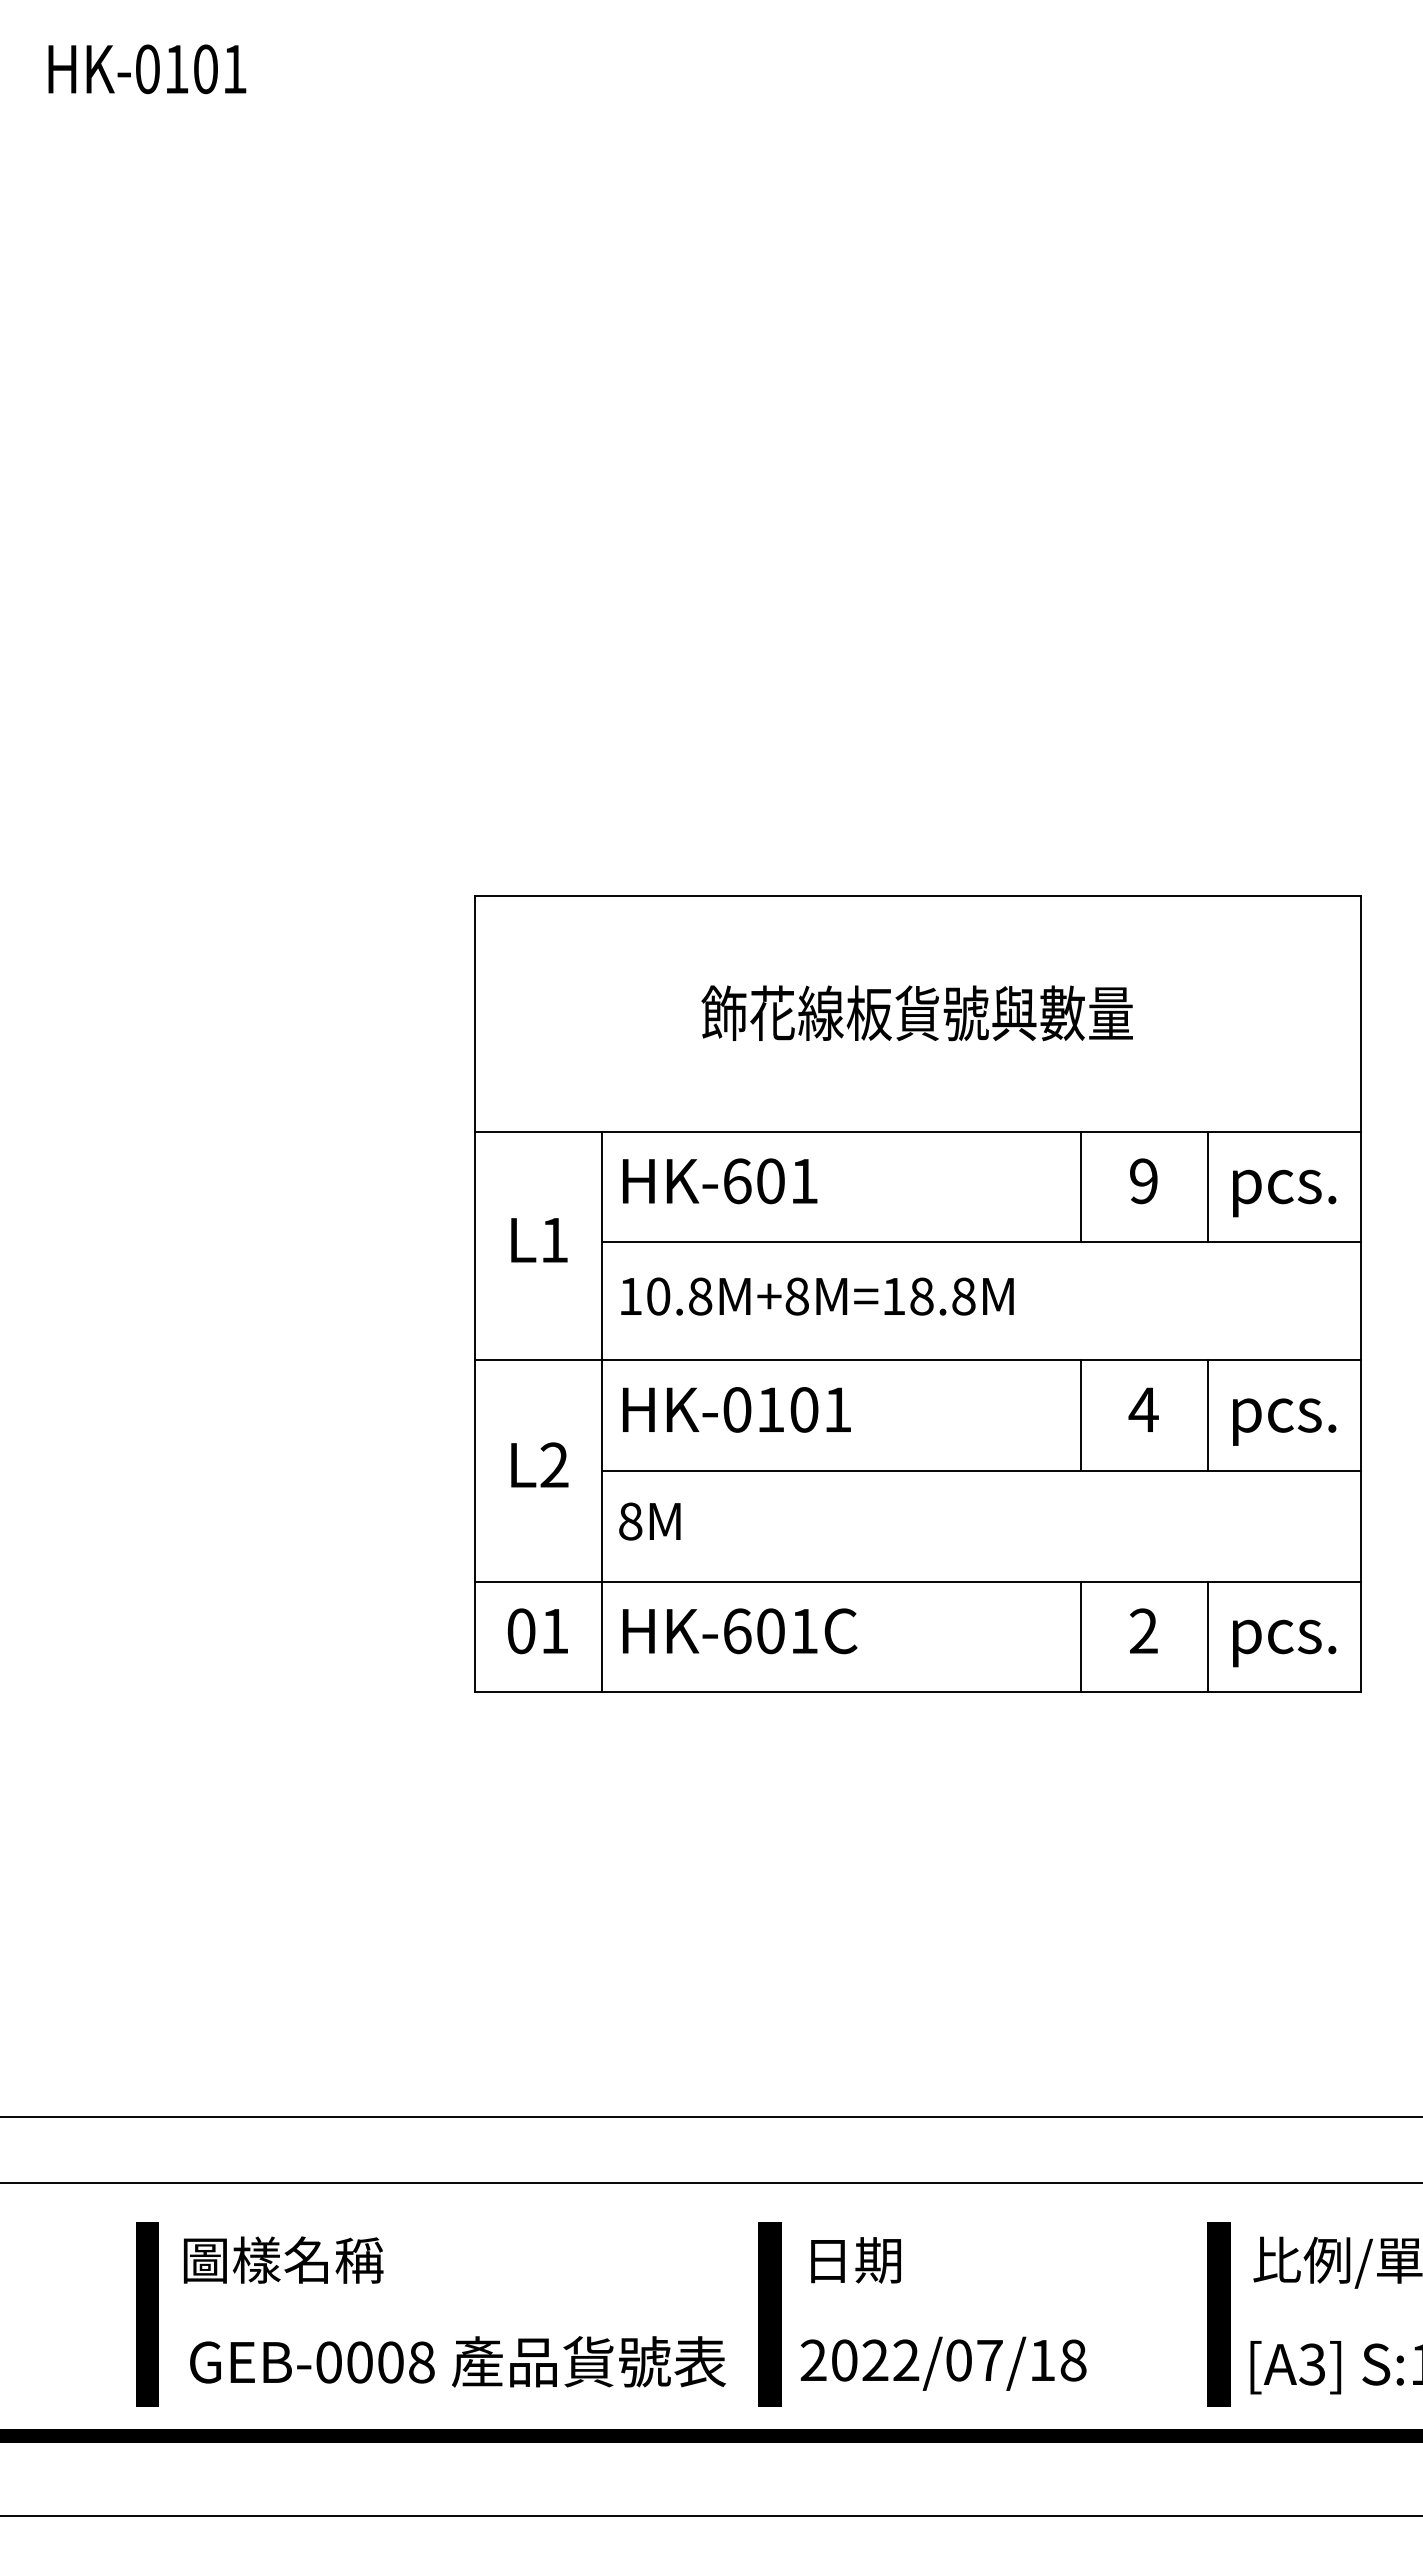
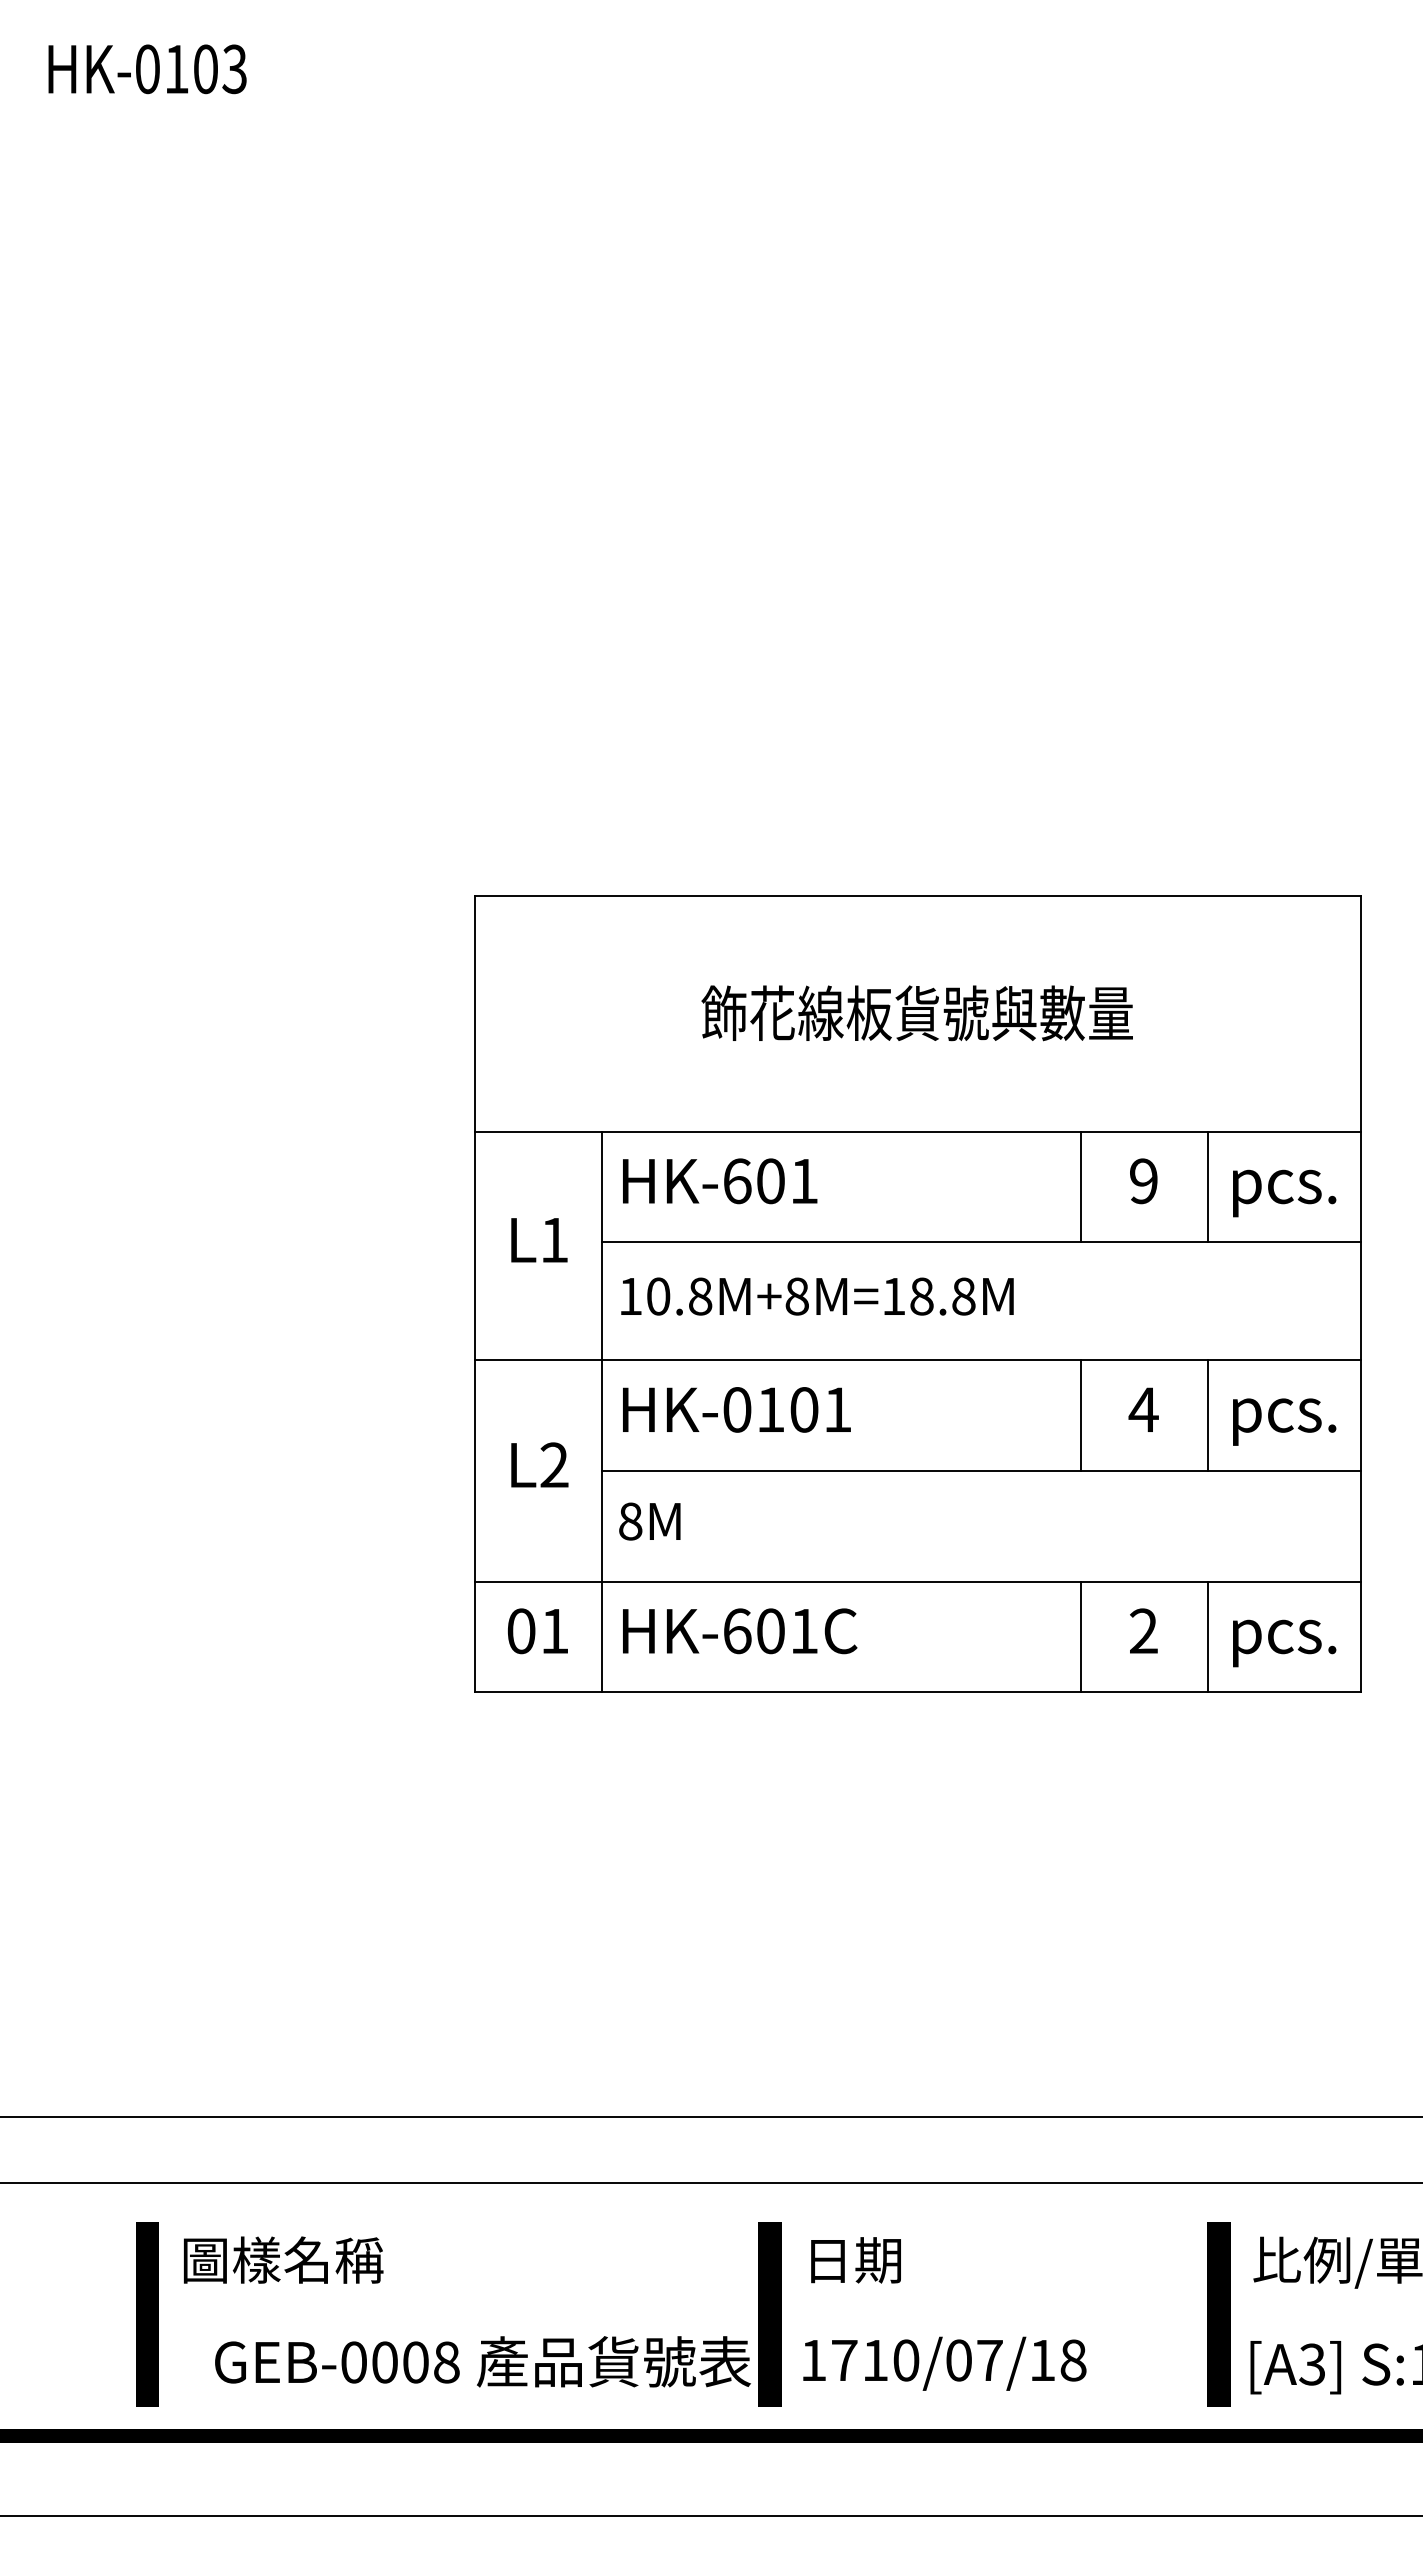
text at (234, 69): HK-0101 -> HK-0103
text at (859, 2360): 2022/07/18 -> 1710/07/18
text at (457, 2361) position: (457, 2361) -> (482, 2361)
